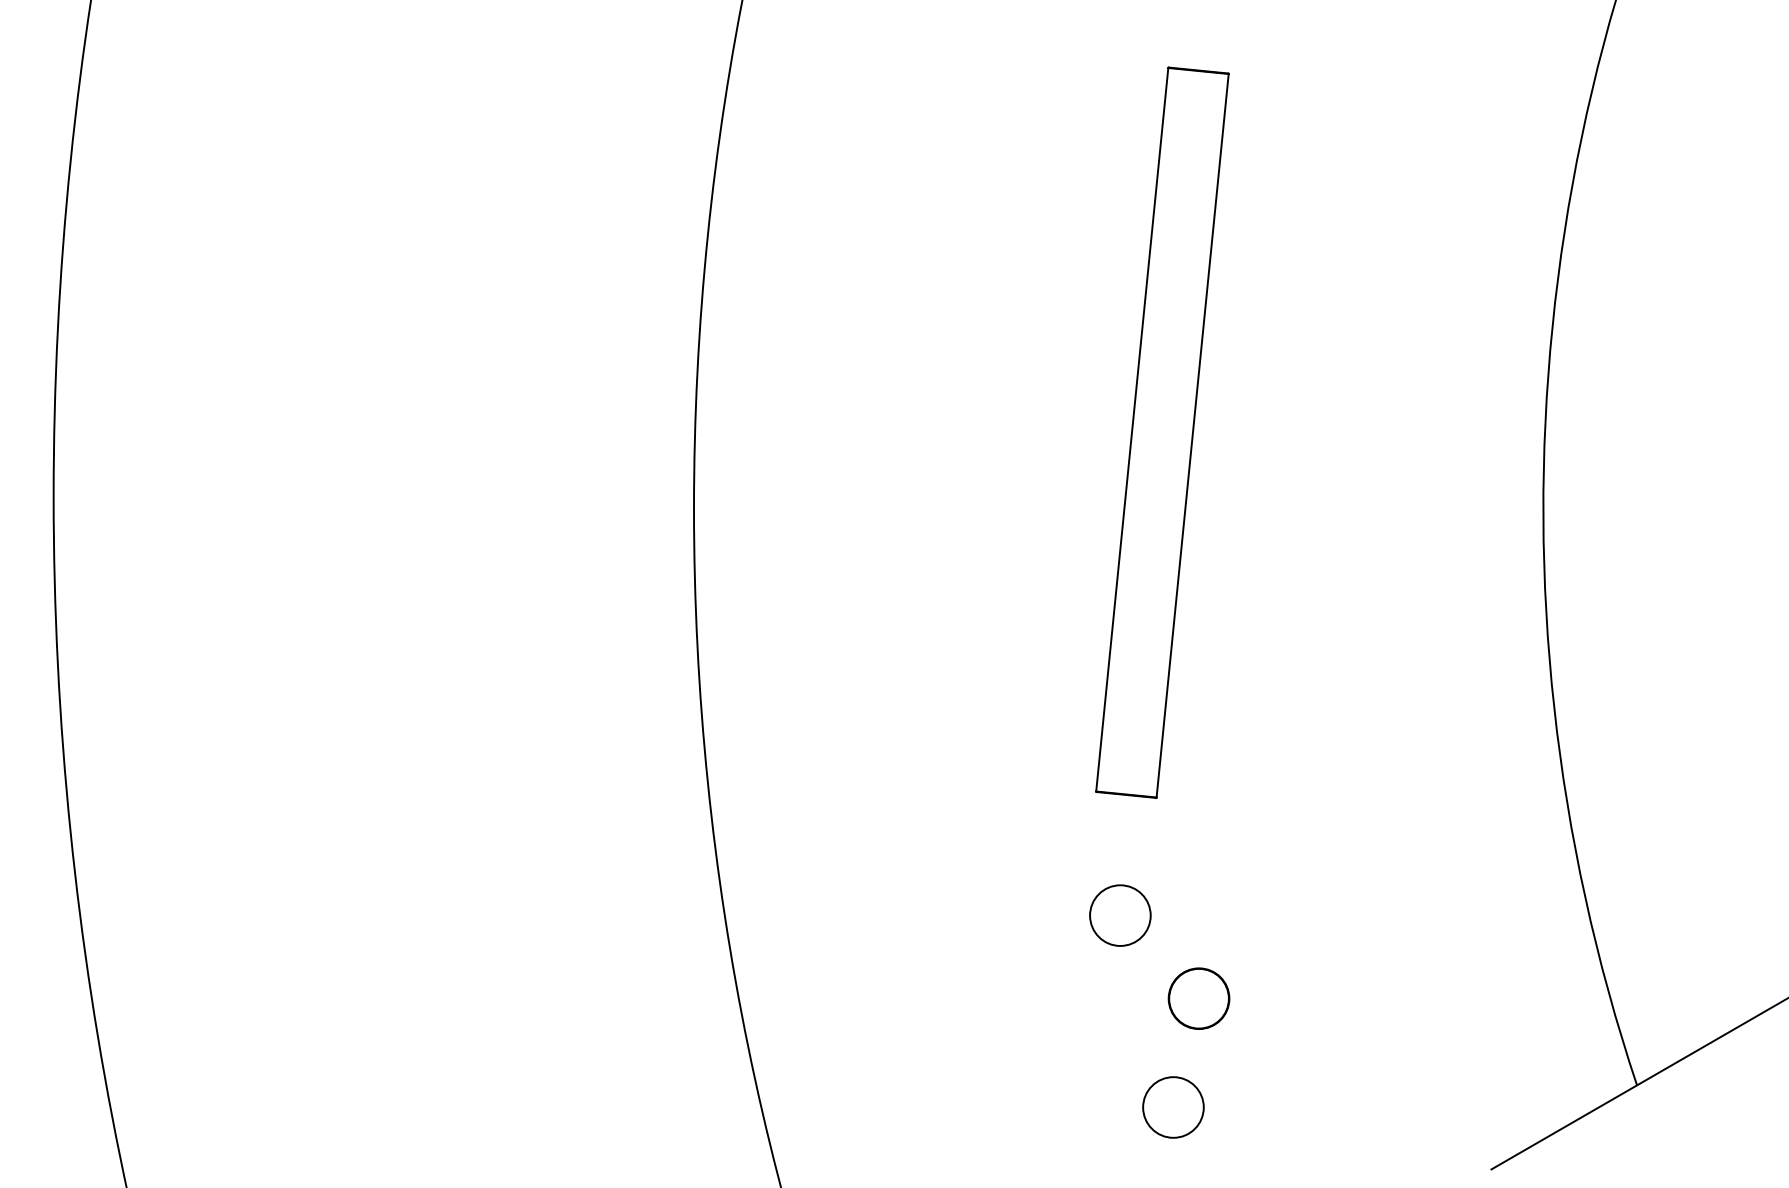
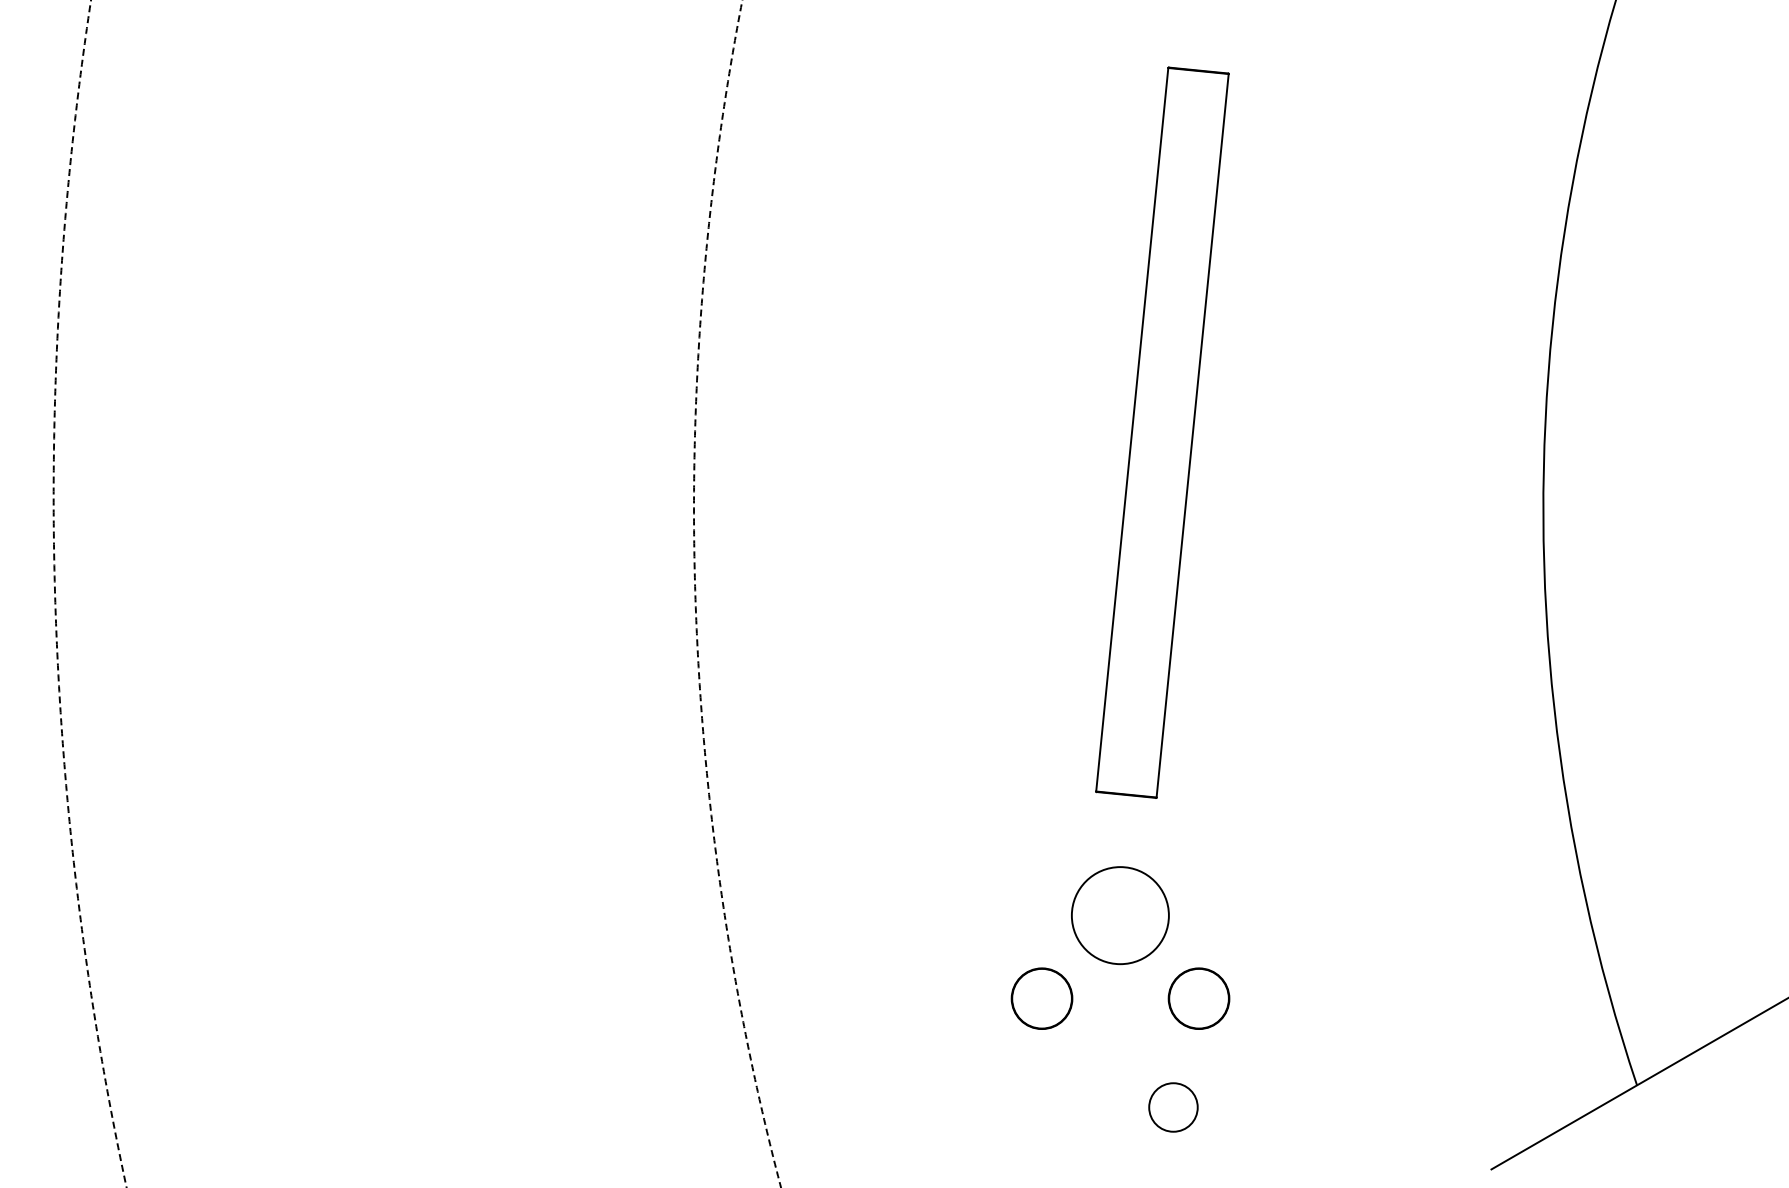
circle at (89, 593): solid -> dashed
circle at (737, 593): solid -> dashed
circle at (1120, 915) diameter: 61 px -> 97 px
part at (1041, 998): none -> present
circle at (1173, 1107) size: 63x63 px -> 51x51 px
